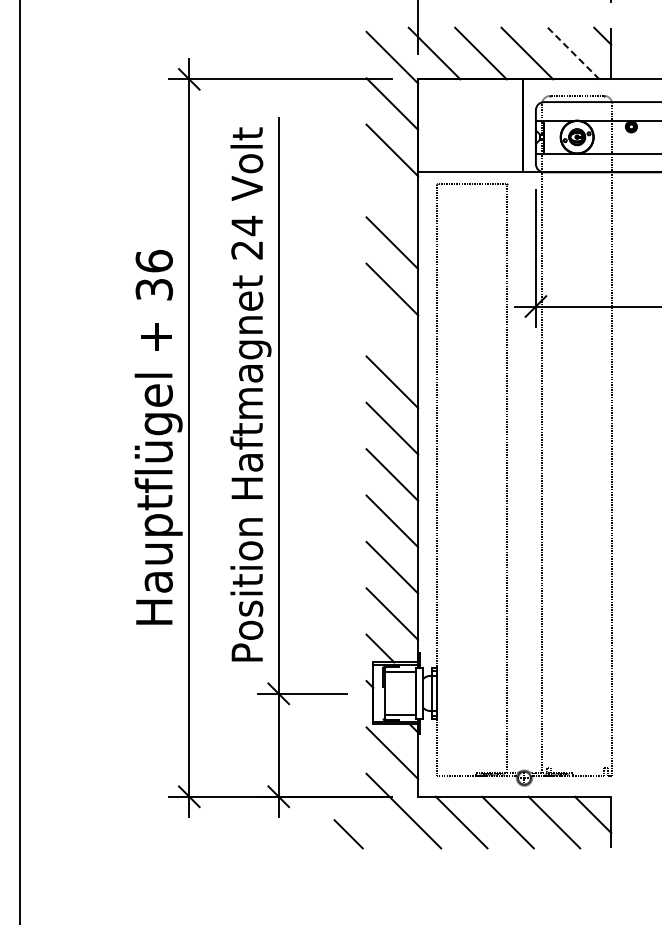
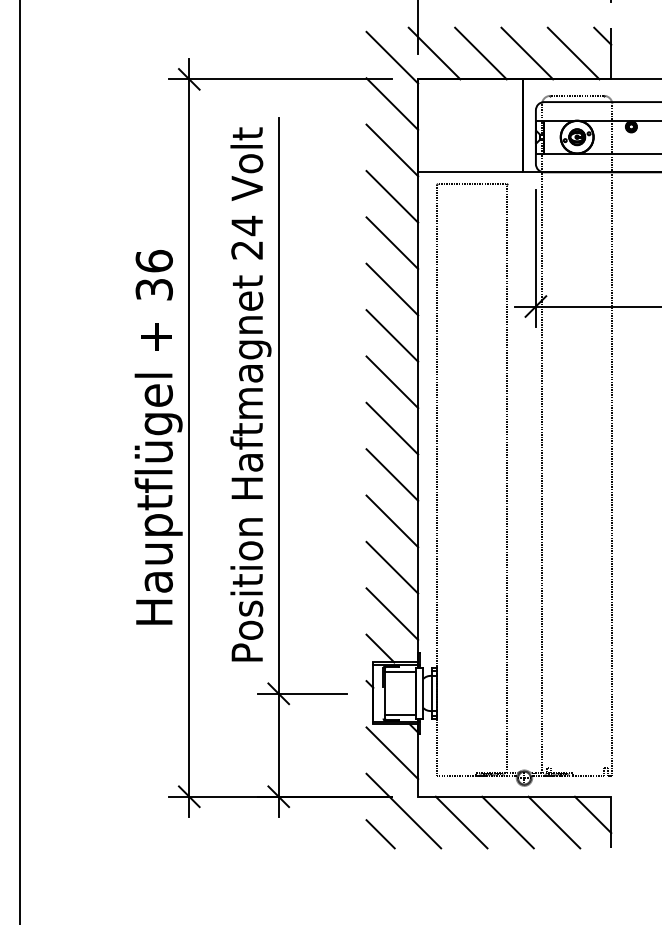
line at (573, 53): dashed -> solid
line at (392, 196): none -> present
line at (392, 335): none -> present
line at (348, 834) position: (348, 834) -> (380, 834)
